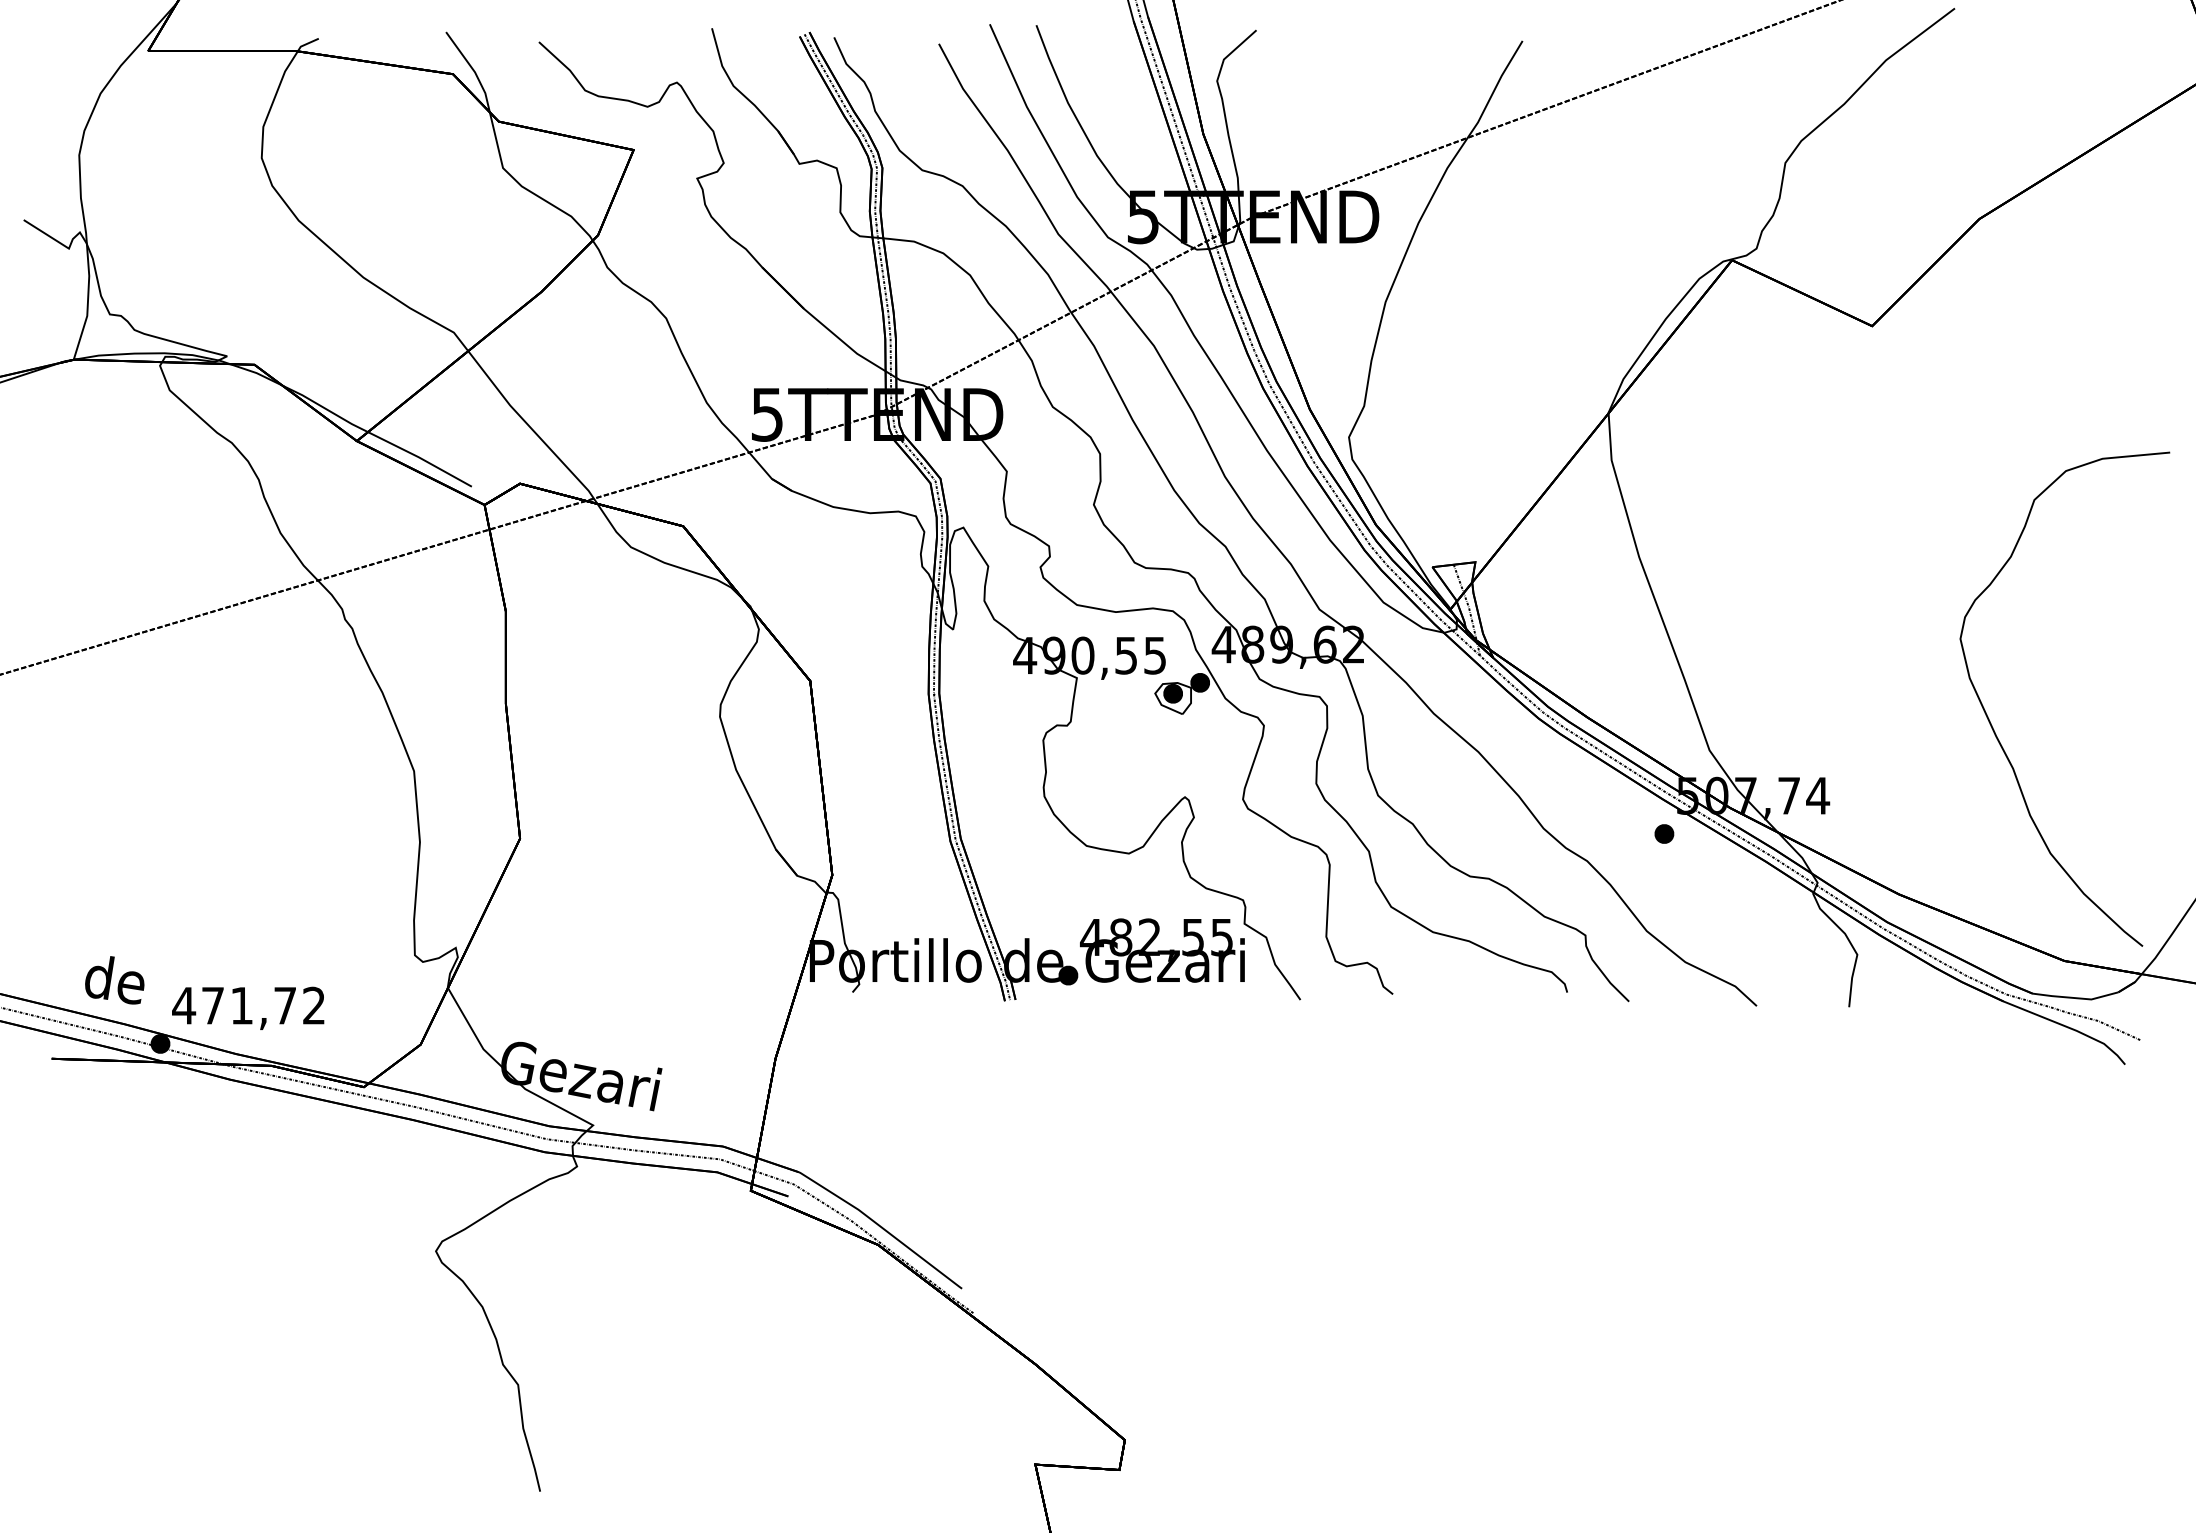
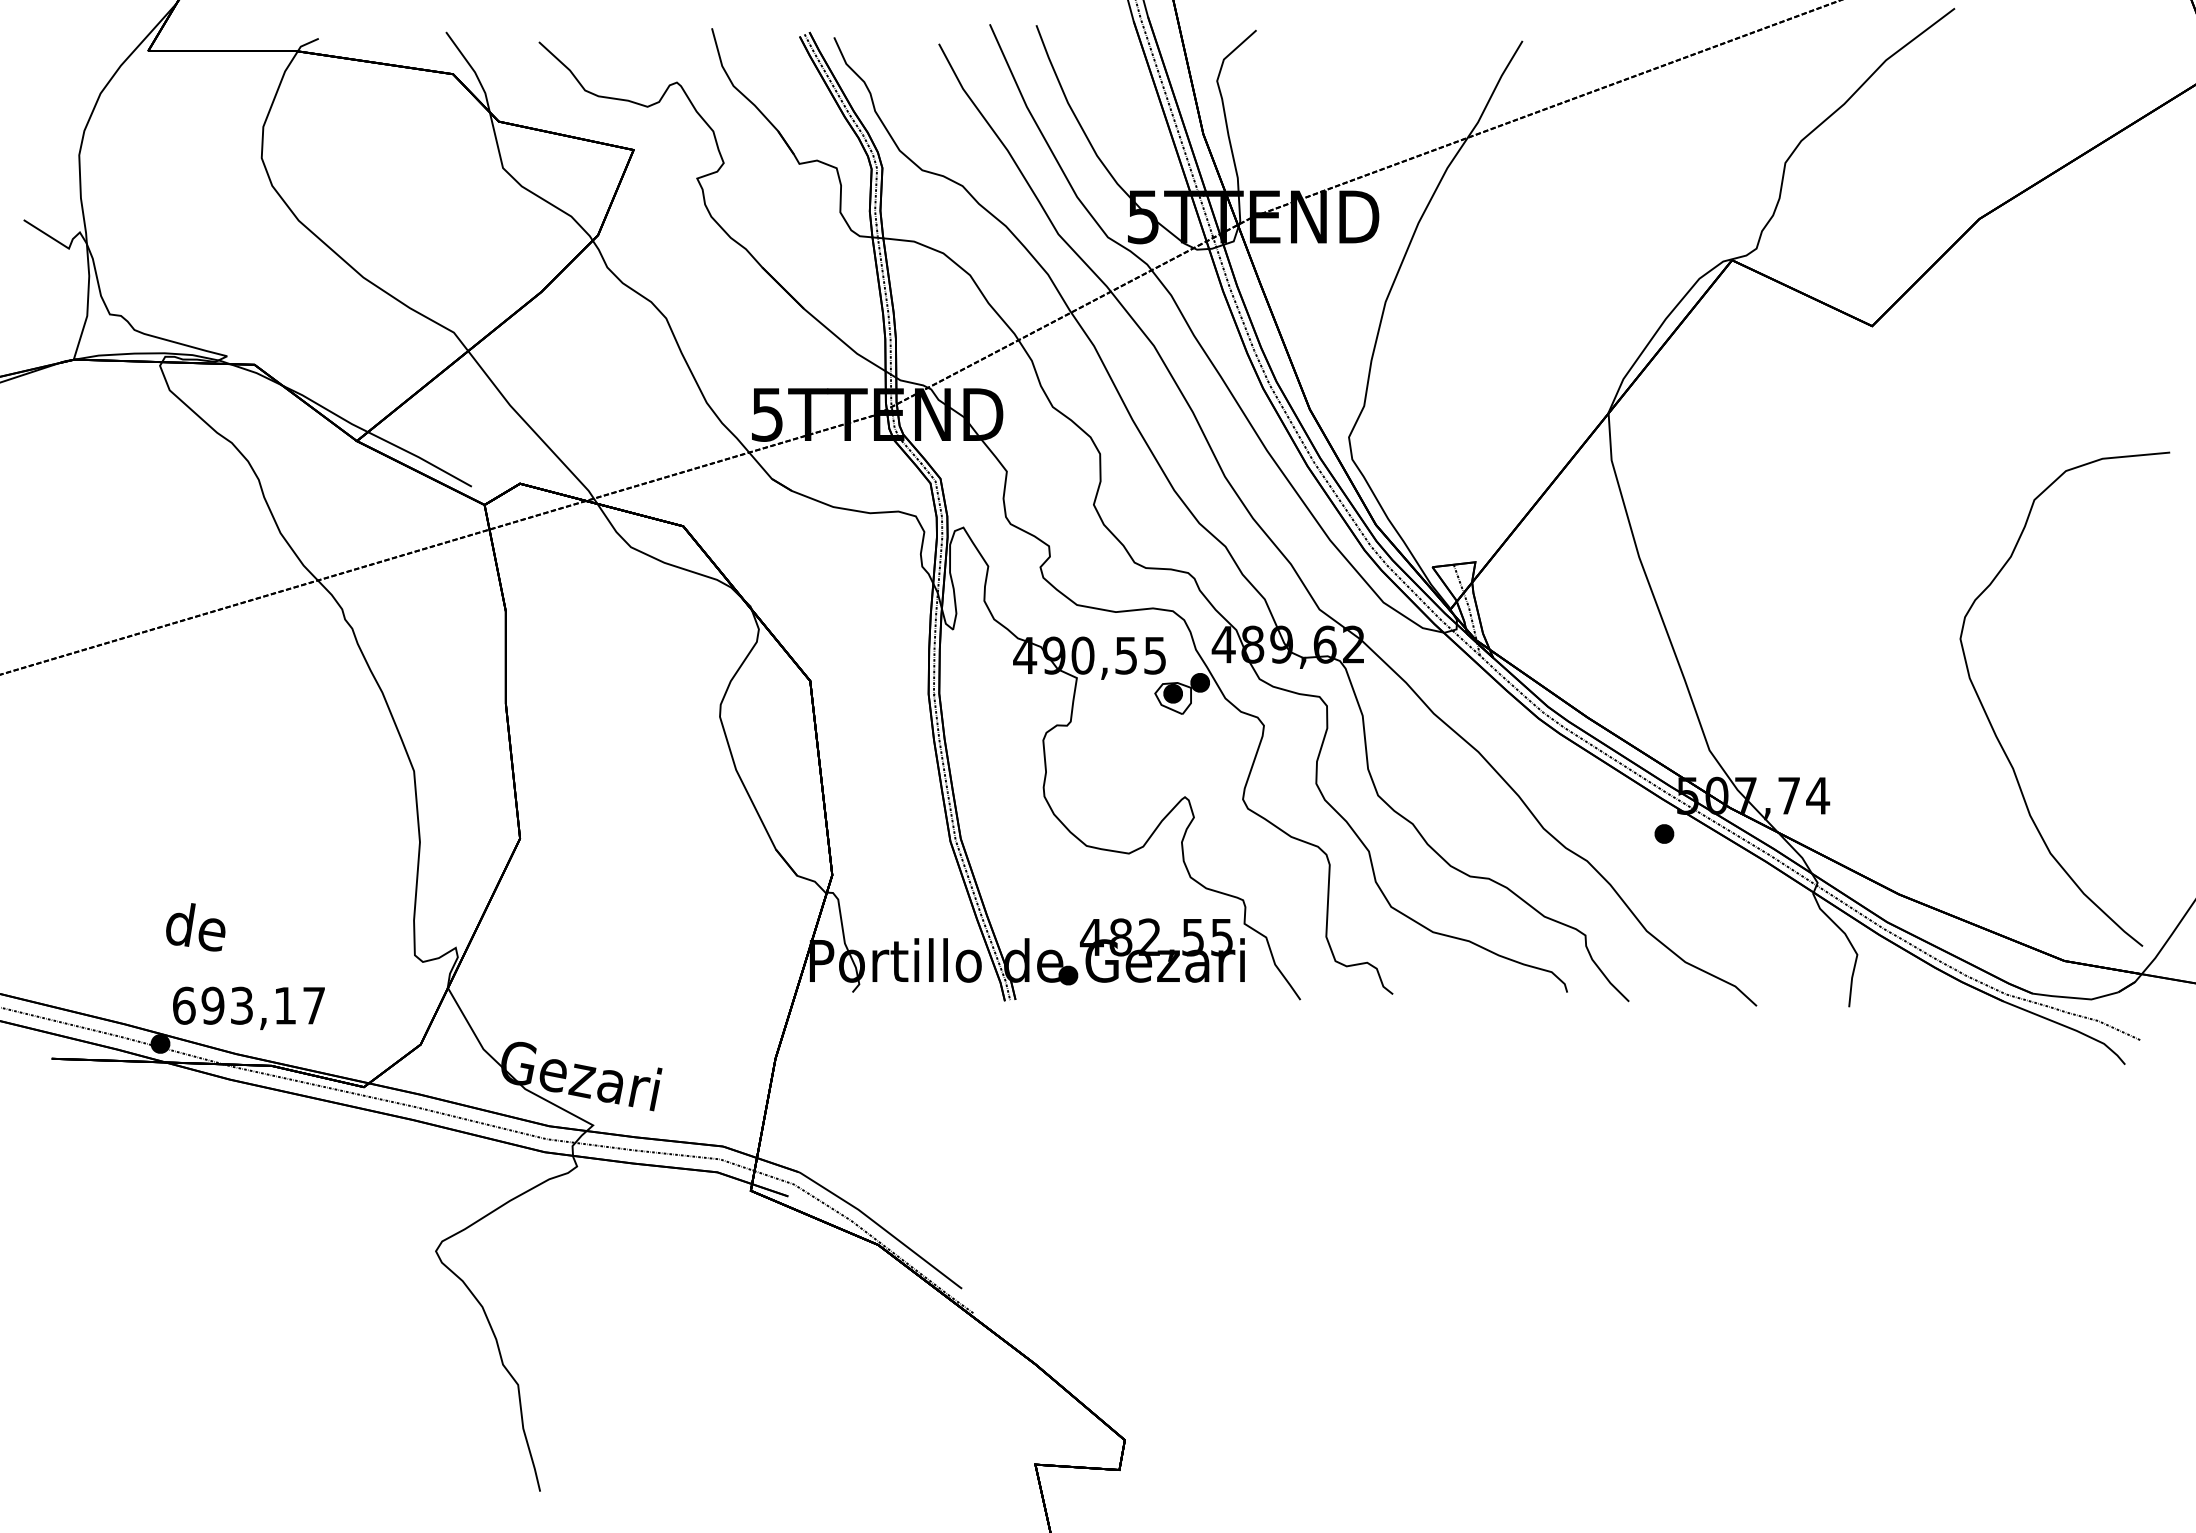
text at (114, 980) position: (114, 980) -> (195, 927)
text at (248, 1005): 471,72 -> 693,17
